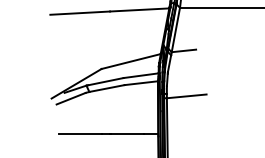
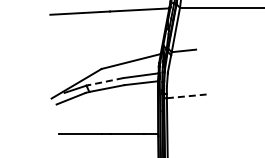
line at (105, 81): solid -> dashed
line at (186, 96): solid -> dashed
